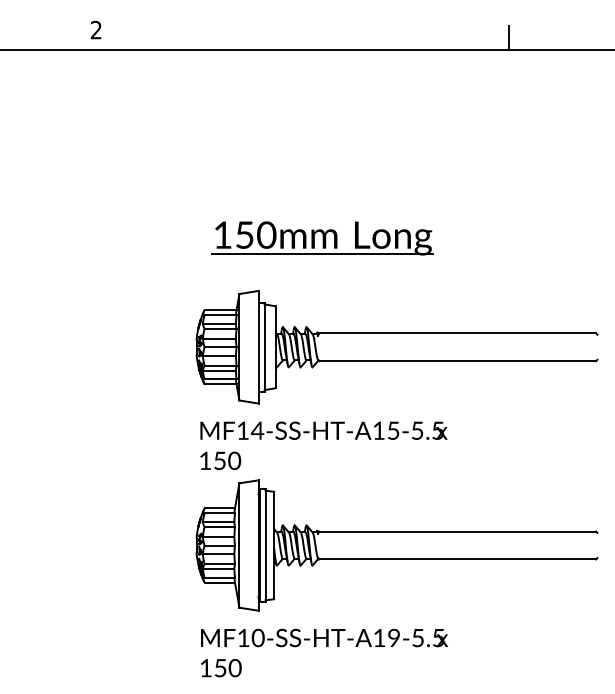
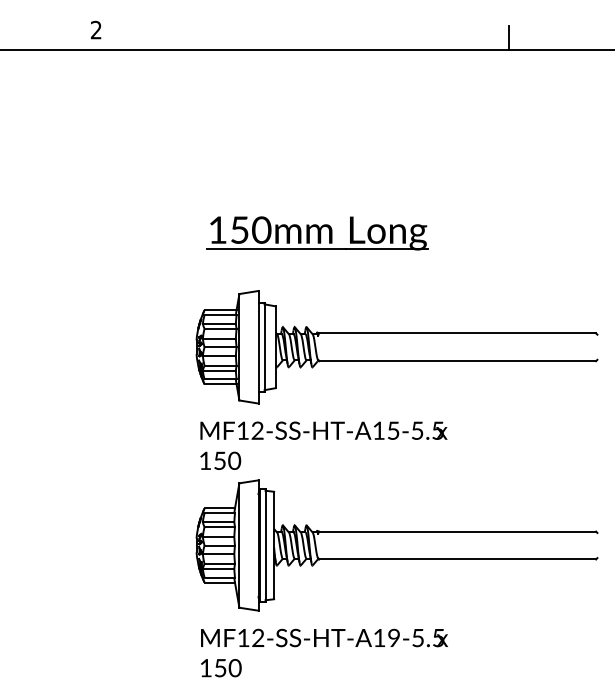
part at (322, 238) position: (322, 238) -> (317, 233)
text at (257, 430): MF14-SS-HT-A15-5.5 -> MF12-SS-HT-A15-5.5
text at (257, 638): MF10-SS-HT-A19-5.5 -> MF12-SS-HT-A19-5.5
